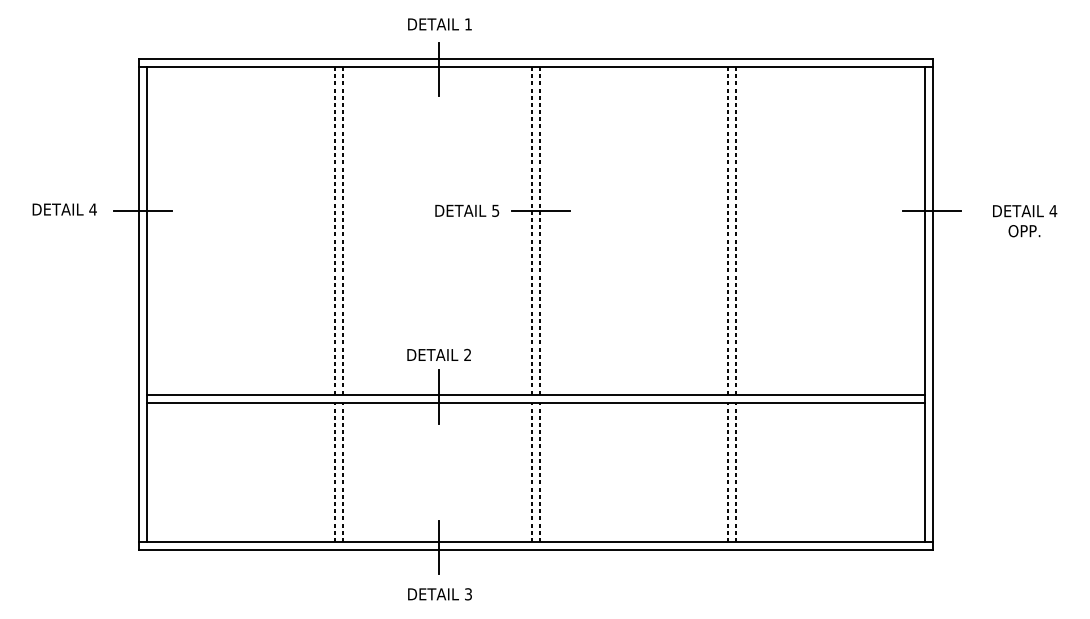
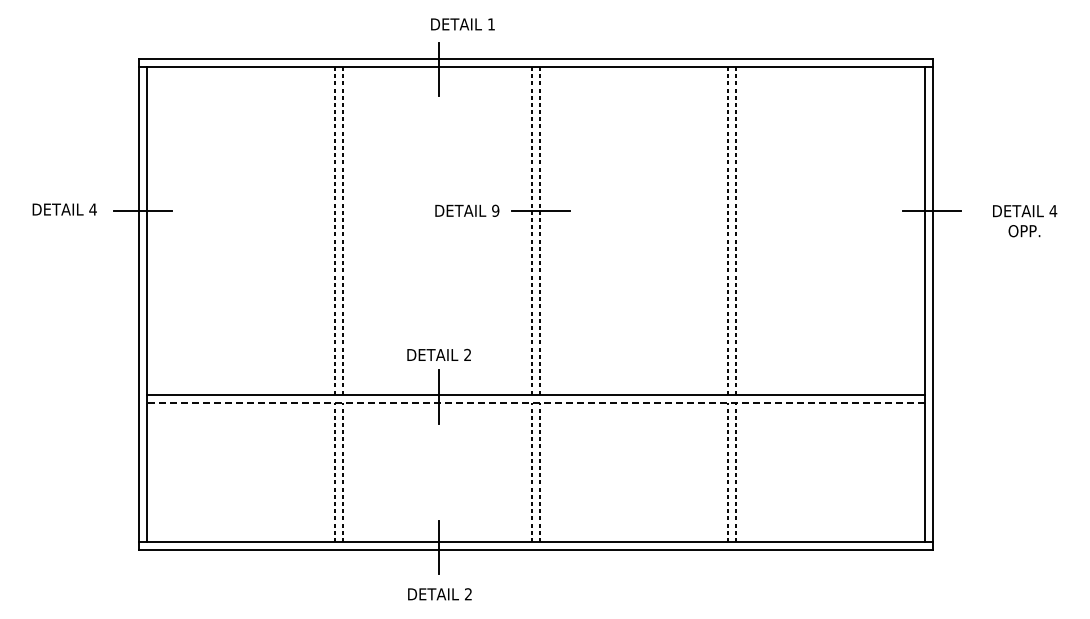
text at (439, 24) position: (439, 24) -> (462, 24)
text at (495, 210): 5 -> 9
line at (535, 402): solid -> dashed
text at (468, 594): 3 -> 2
